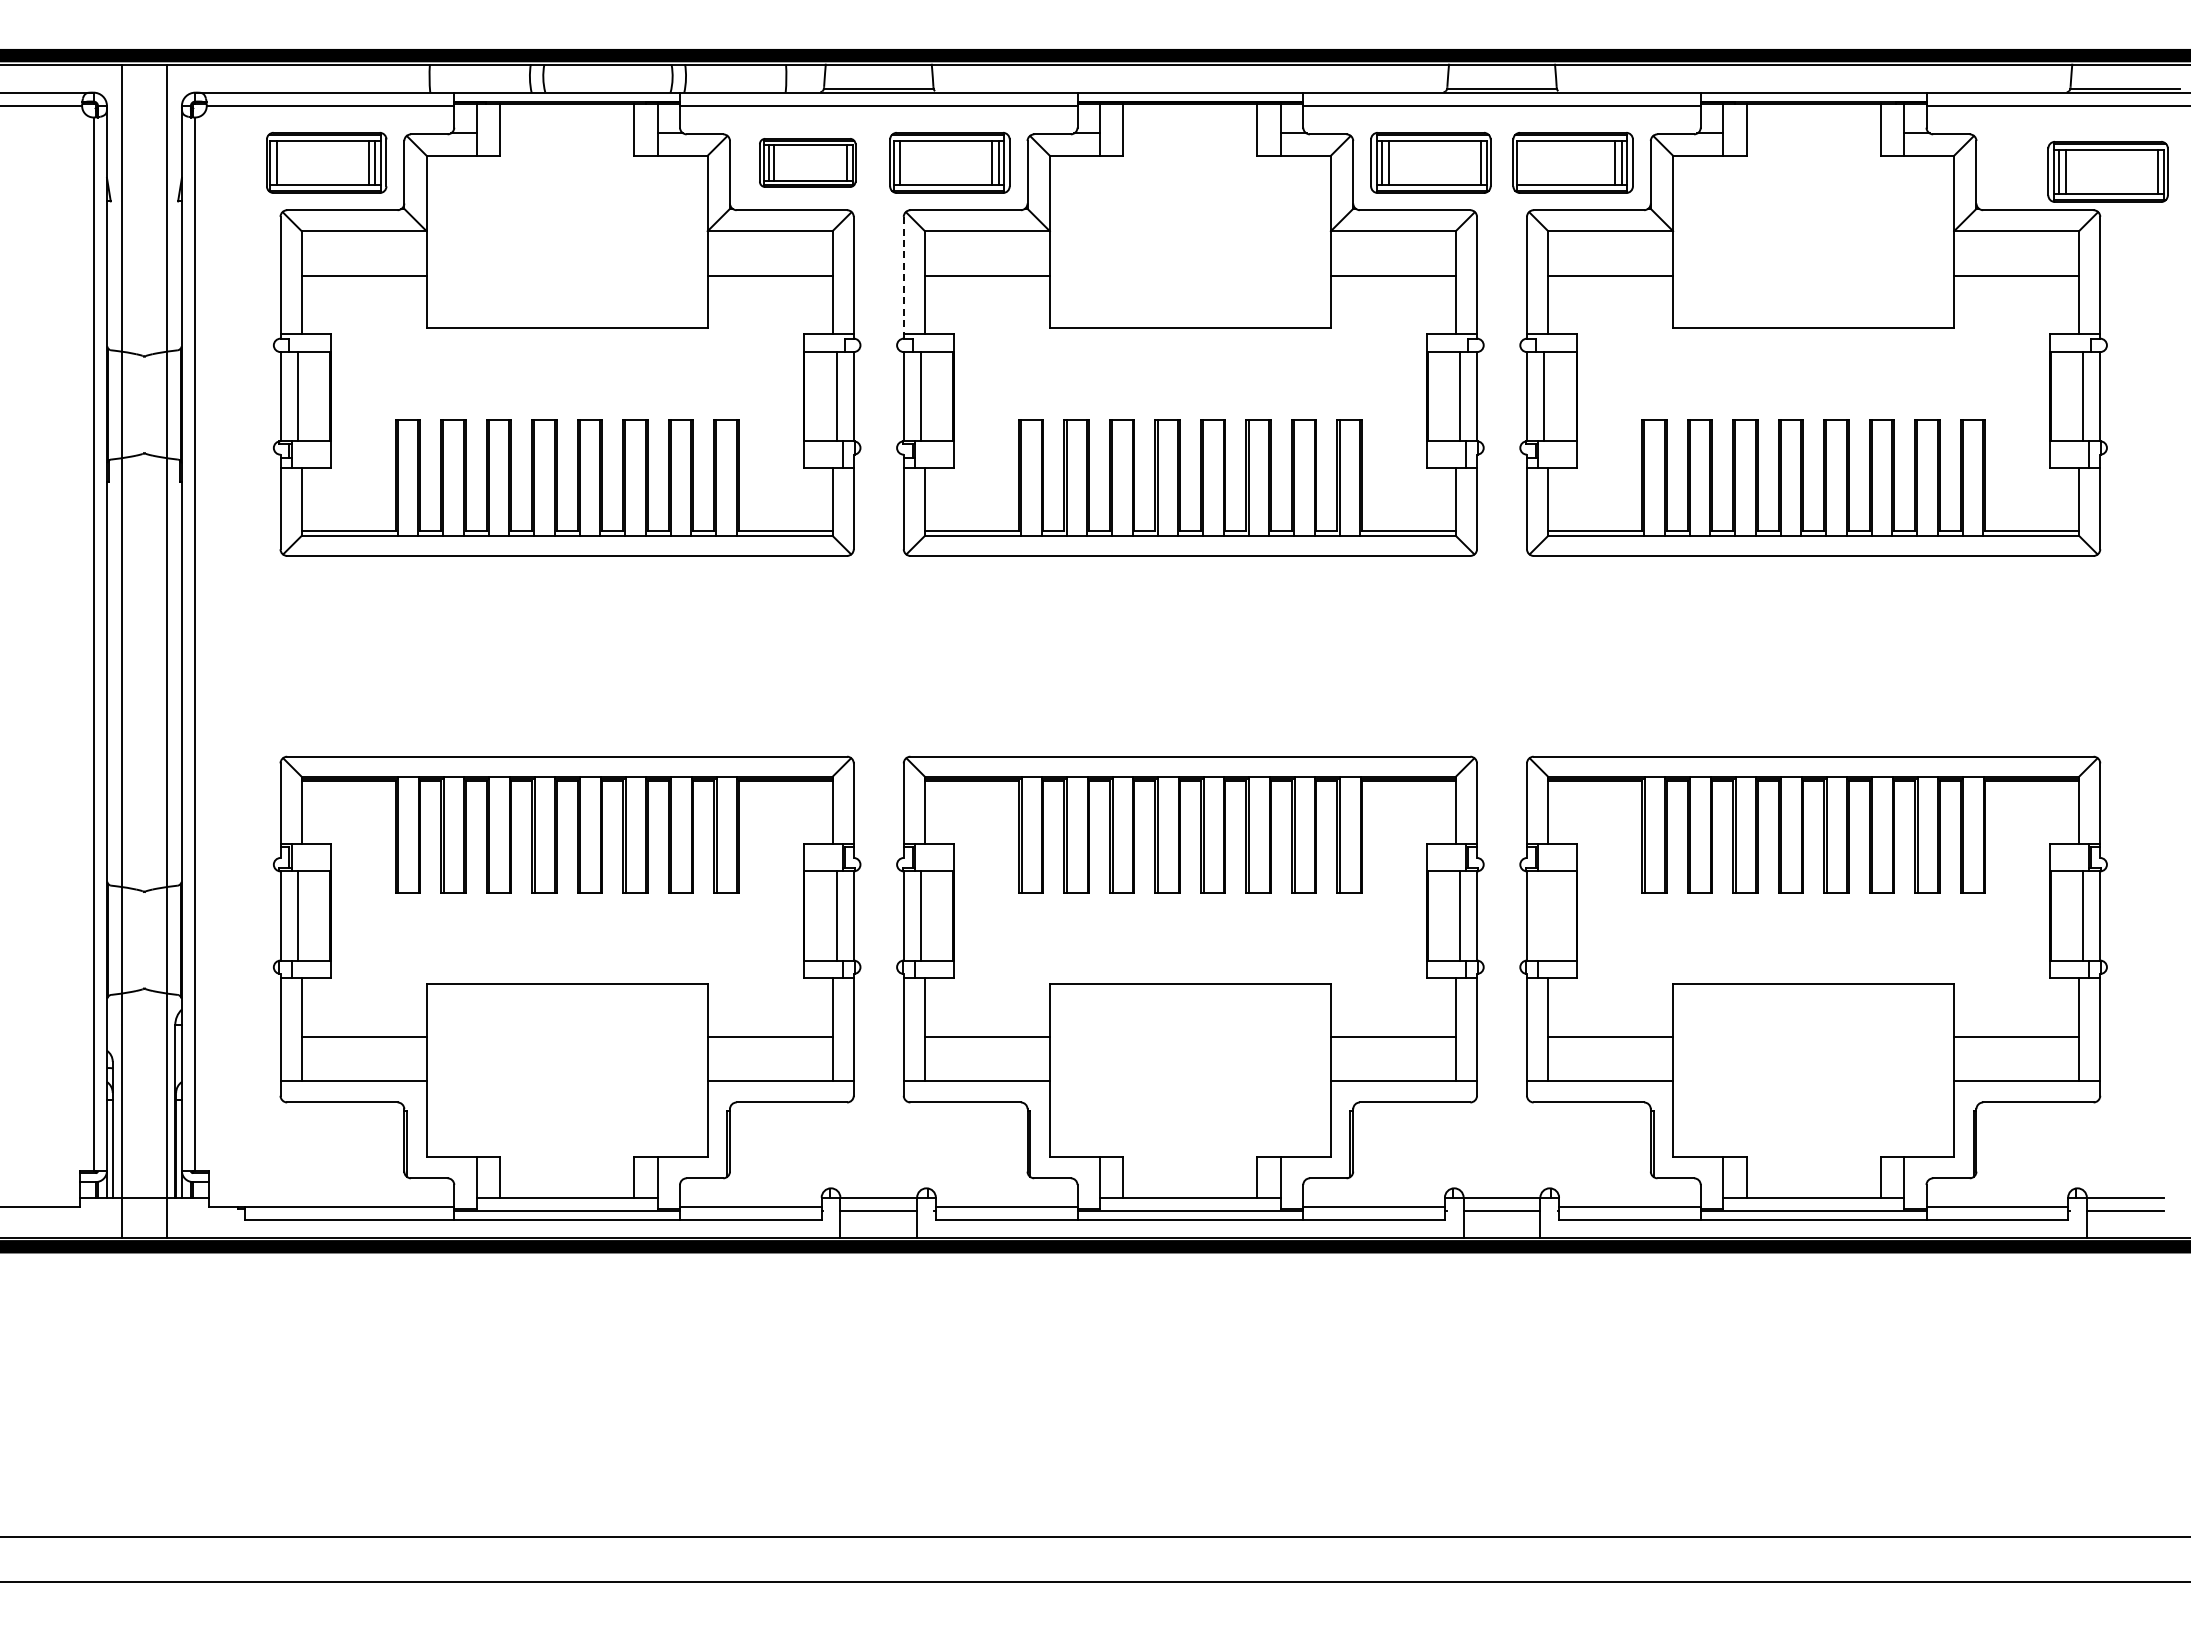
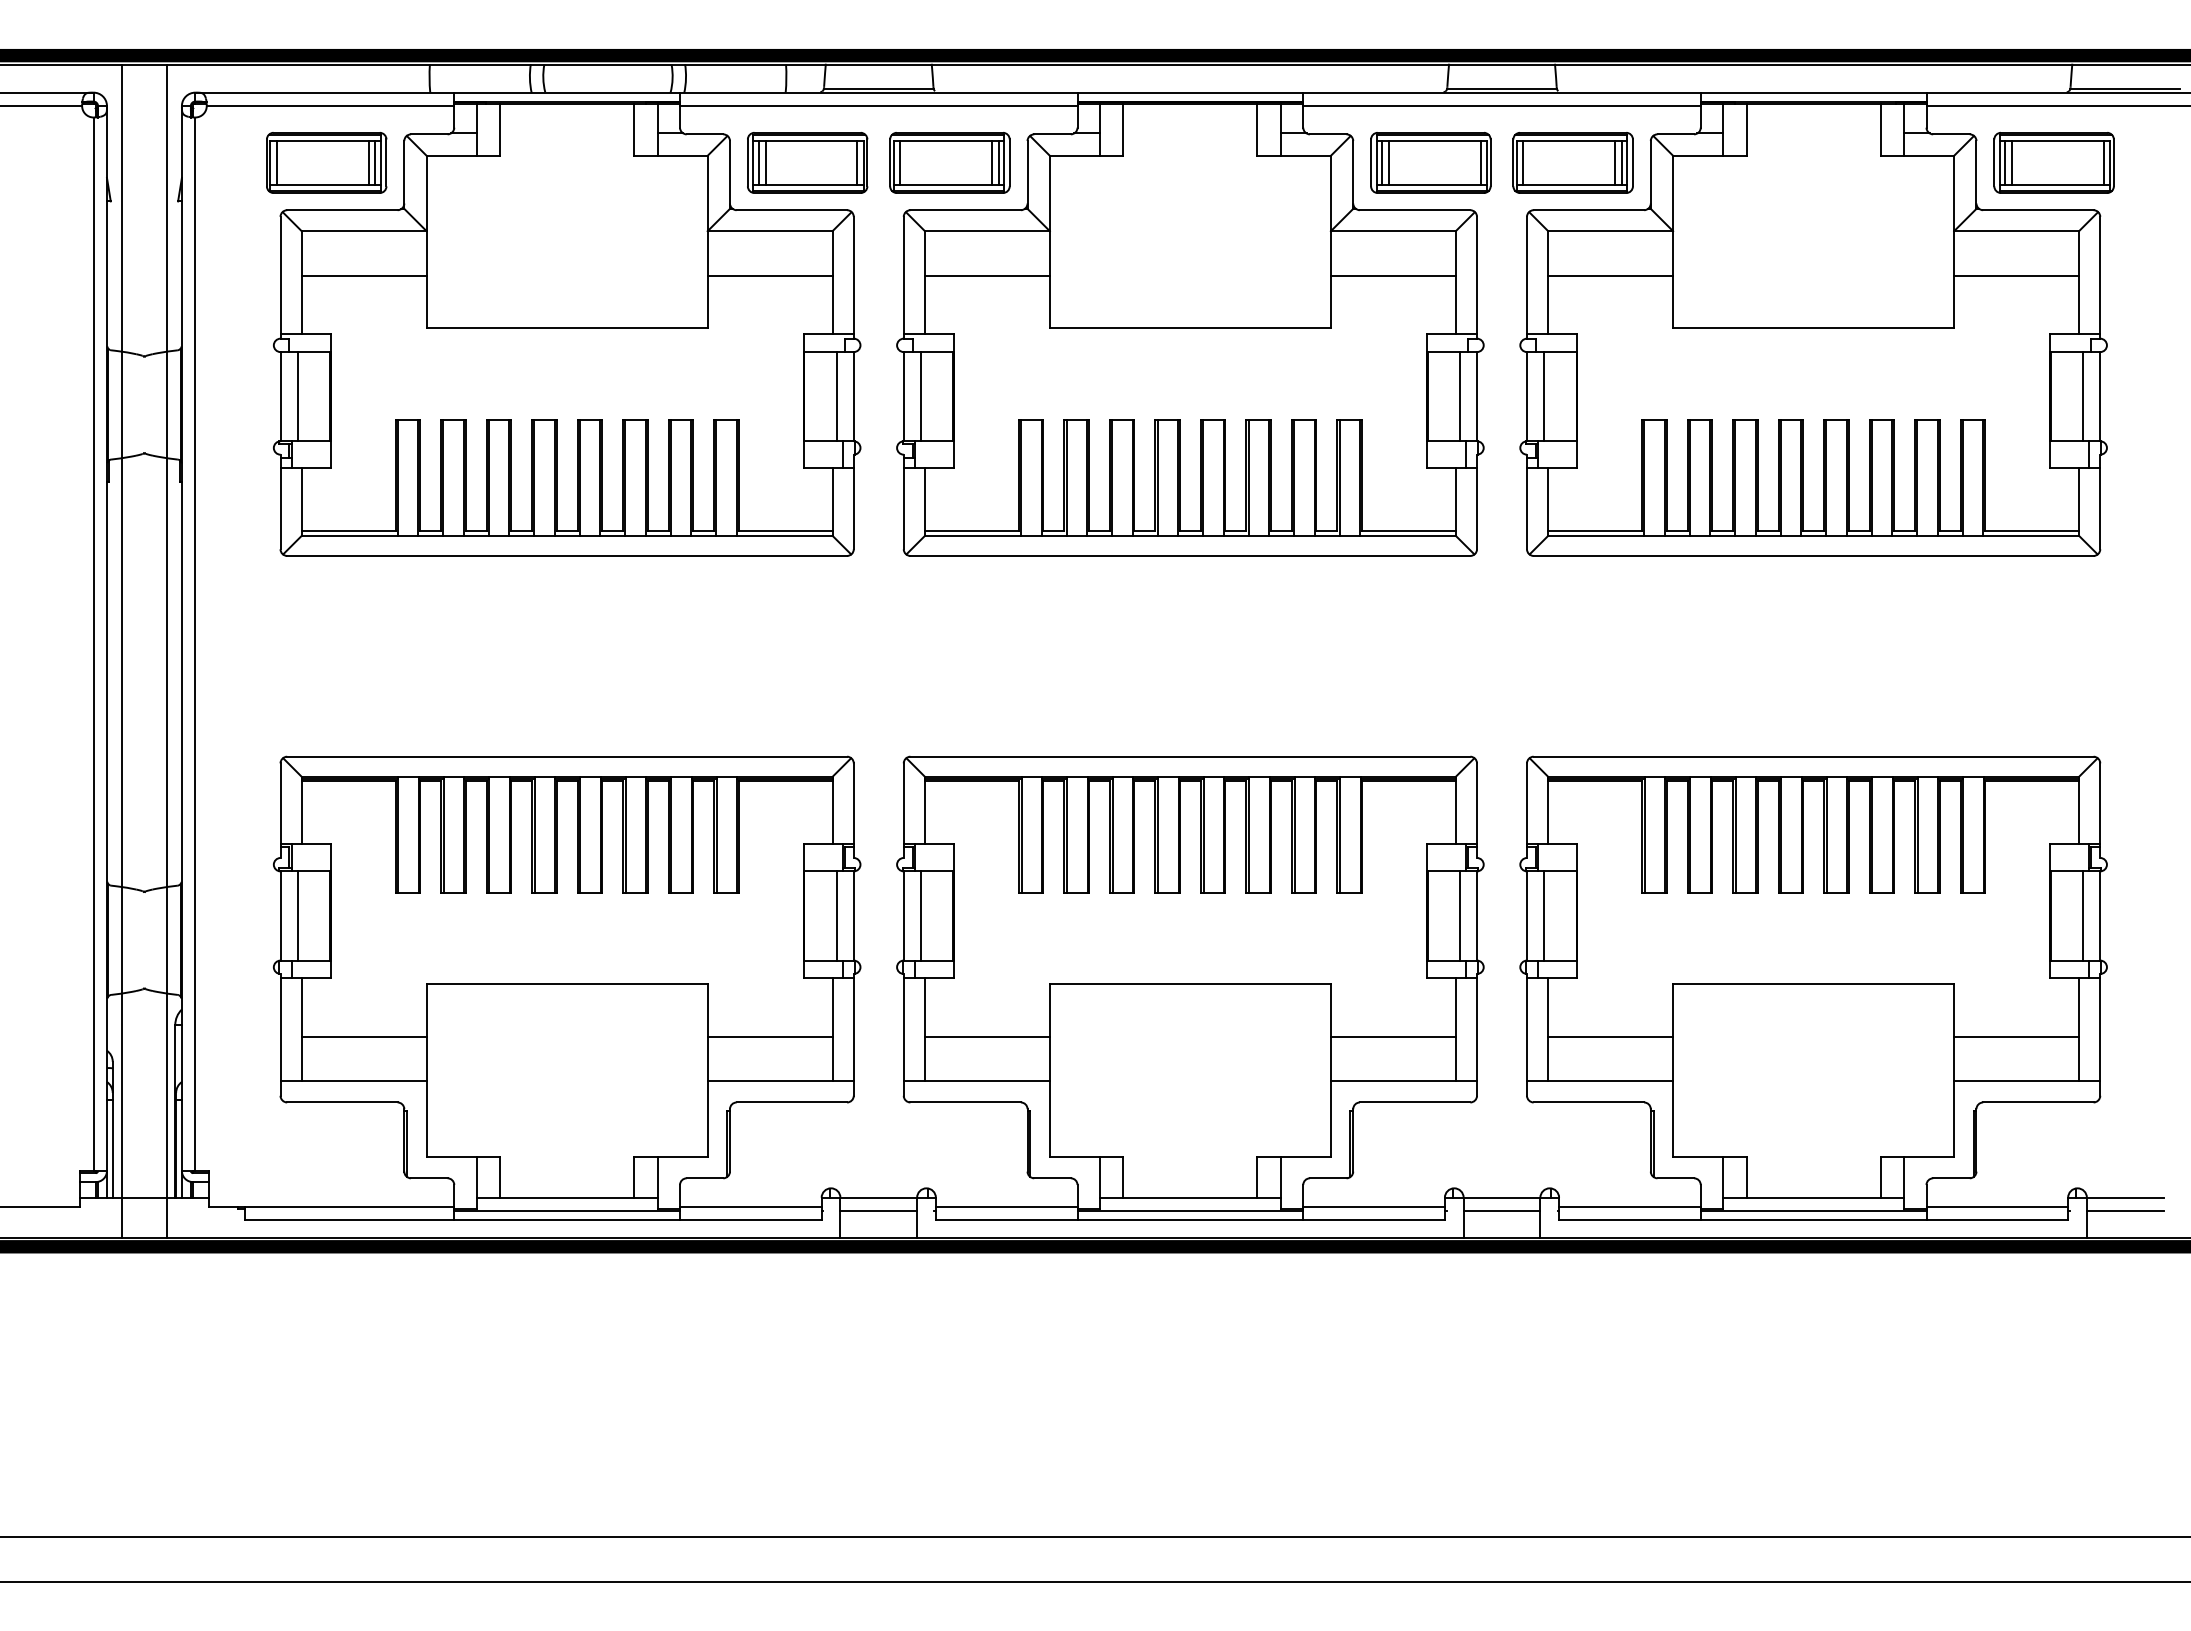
part at (807, 162) size: 98x50 px -> 122x62 px
line at (1523, 162): none -> present
part at (2107, 171) position: (2107, 171) -> (2053, 162)
line at (903, 277): dashed -> solid
line at (1544, 915): none -> present
